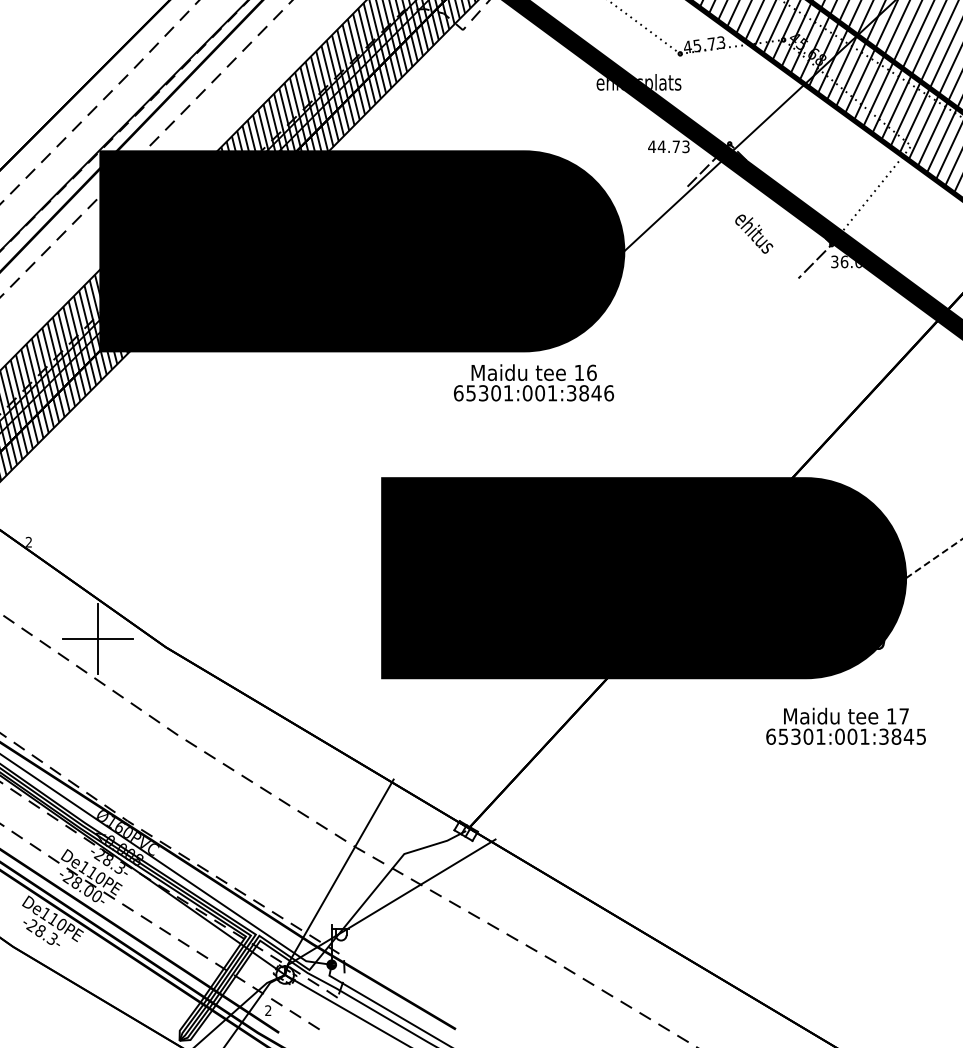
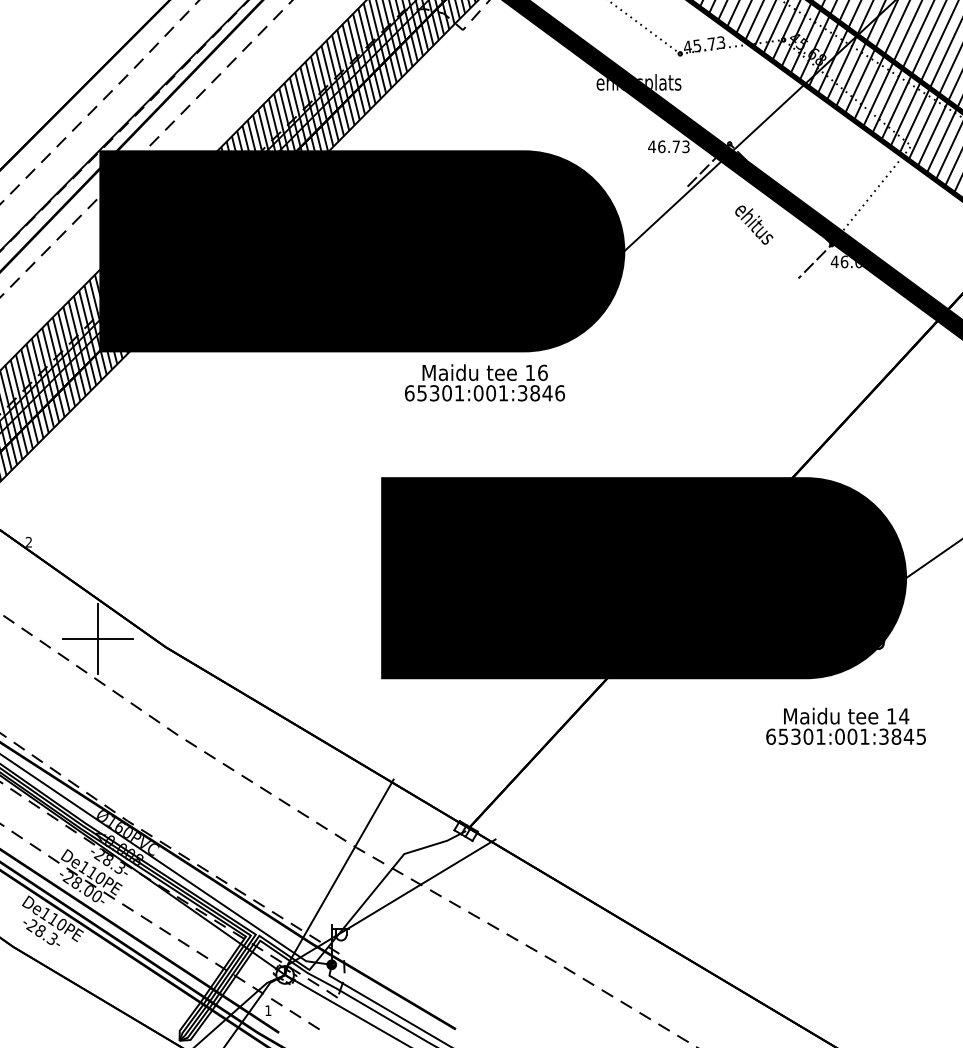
text at (661, 146): 44.73 -> 46.73
text at (754, 233) position: (754, 233) -> (754, 224)
text at (834, 261): 36.05 -> 46.05
text at (534, 382) position: (534, 382) -> (485, 382)
line at (934, 558): dashed -> solid
text at (904, 716): 17 -> 14
text at (268, 1010): 2 -> 1
